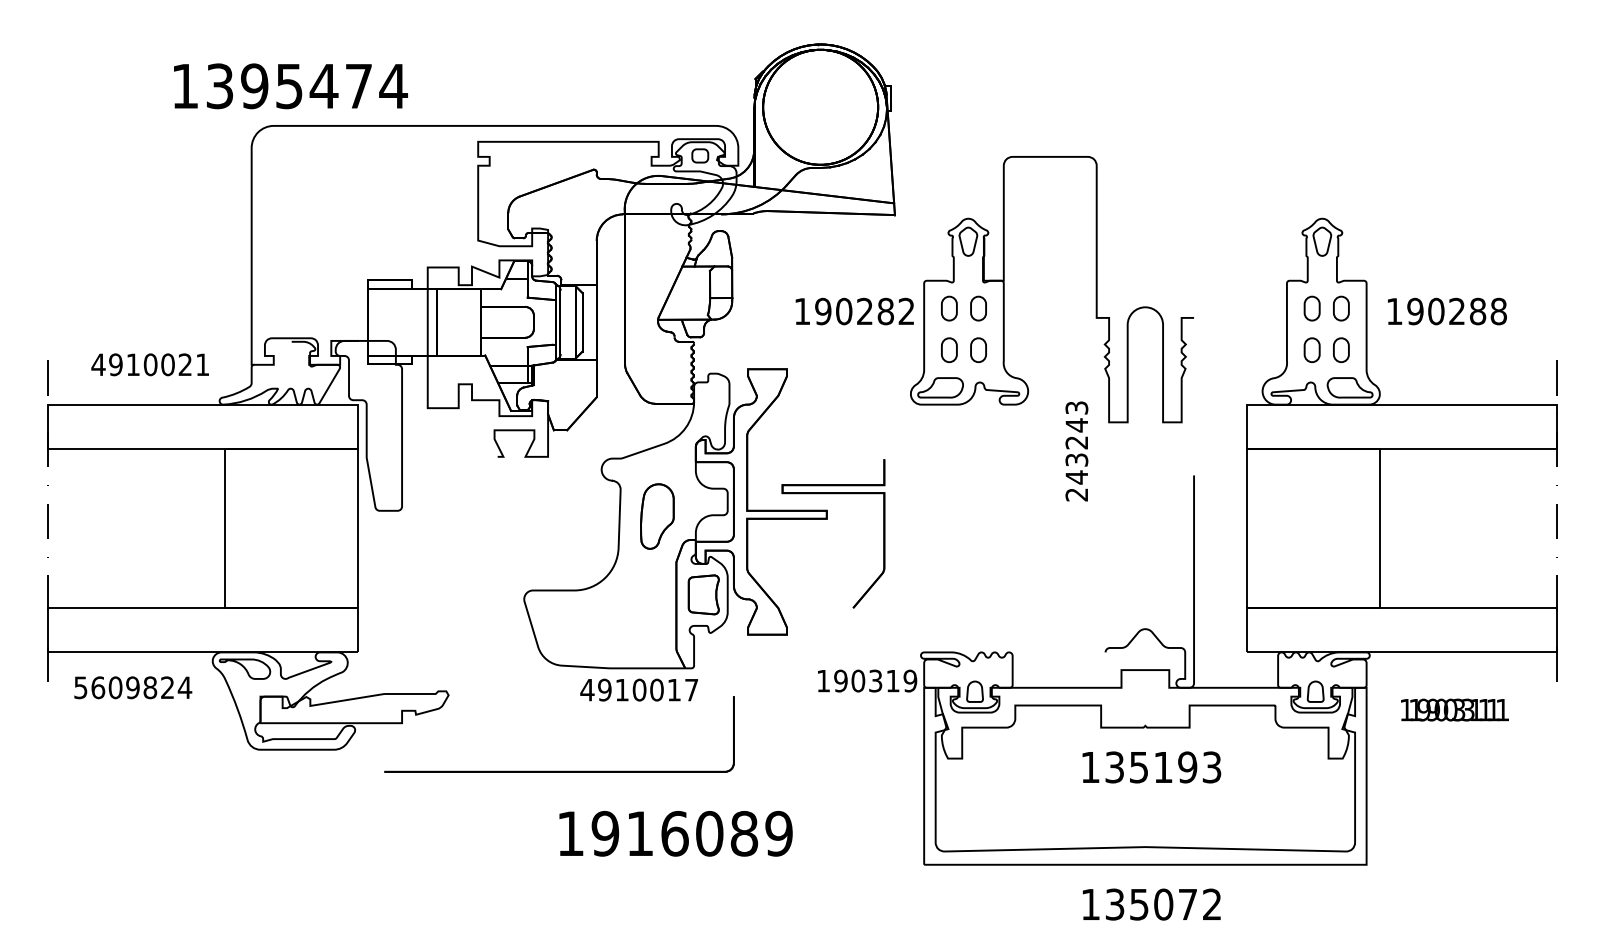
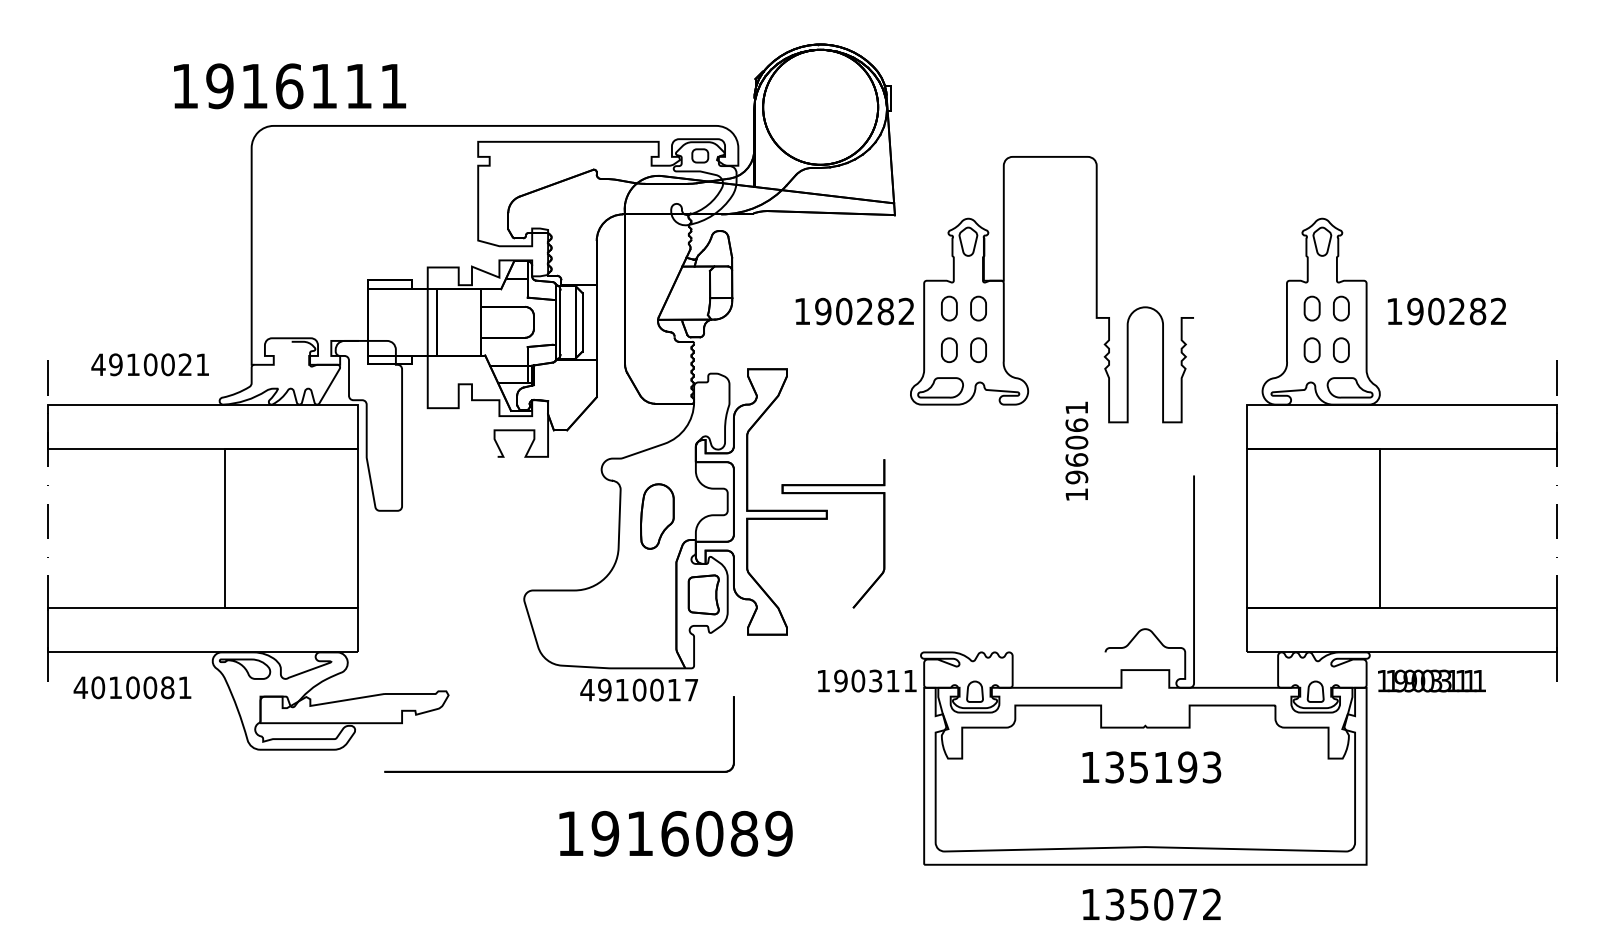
text at (306, 86): 1395474 -> 1916111
text at (1498, 311): 190288 -> 190282
text at (1076, 451): 243243 -> 196061
text at (910, 680): 190319 -> 190311
text at (132, 687): 5609824 -> 4010081
text at (1454, 709) position: (1454, 709) -> (1431, 680)
